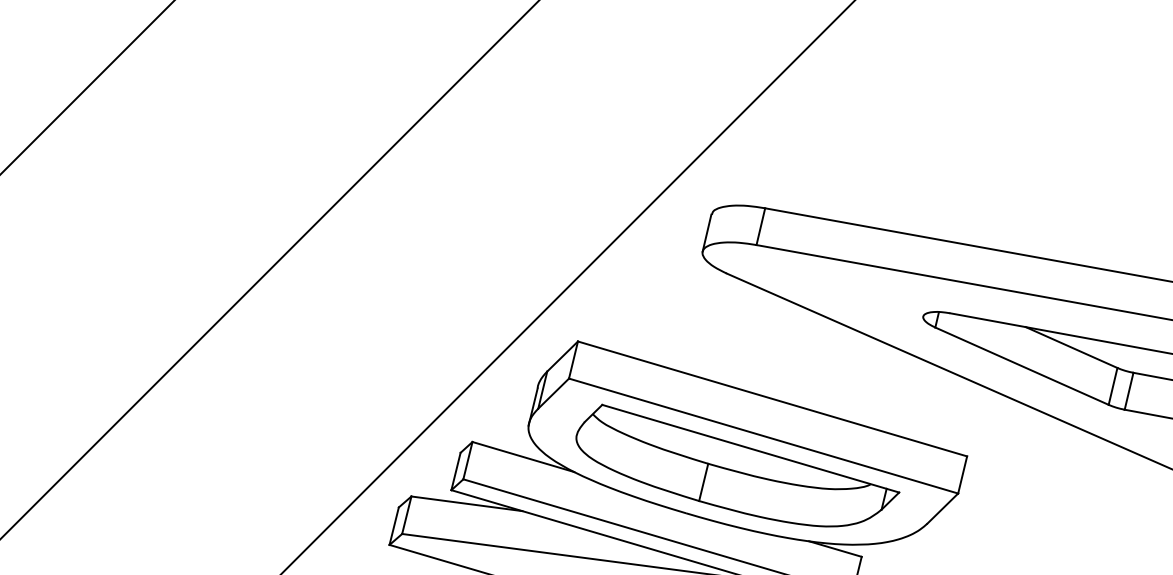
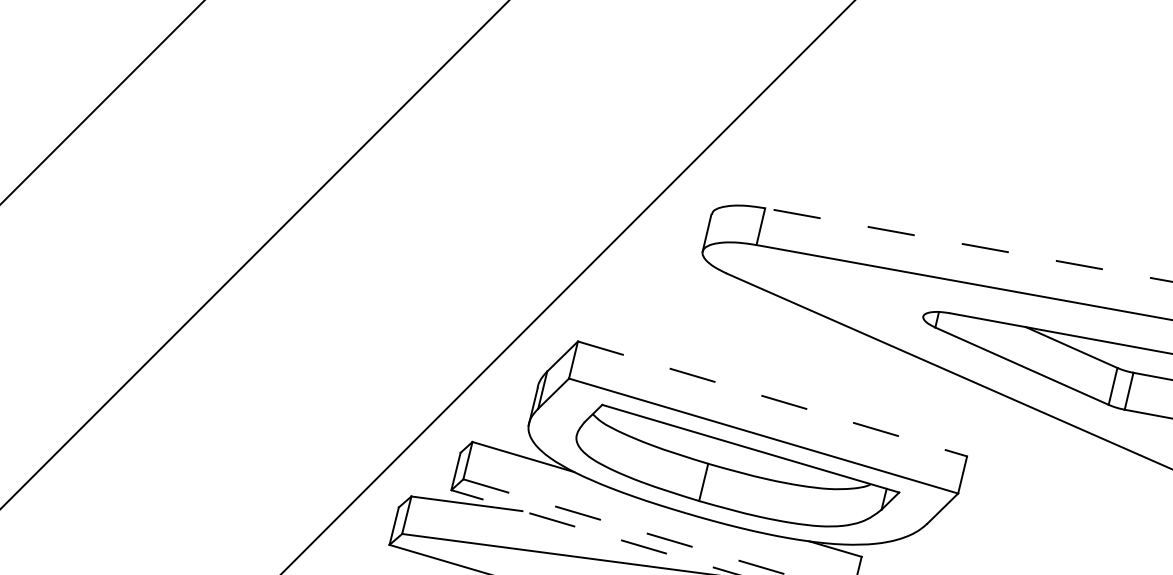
line at (87, 87) position: (87, 87) -> (102, 102)
line at (968, 245): solid -> dashed
line at (269, 269) position: (269, 269) -> (254, 254)
line at (772, 398): solid -> dashed
line at (625, 527): solid -> dashed
line at (594, 532): solid -> dashed
